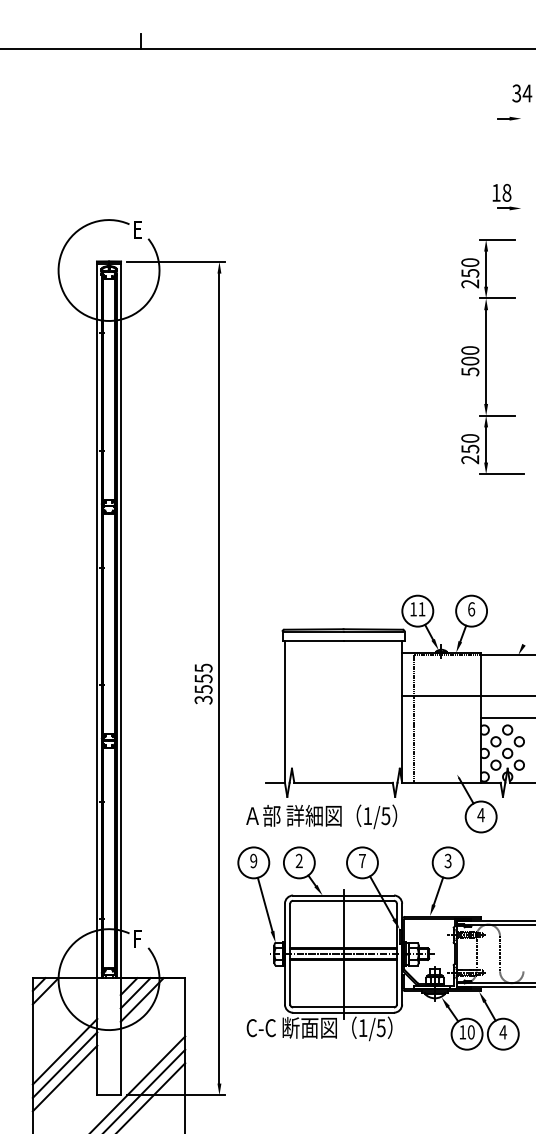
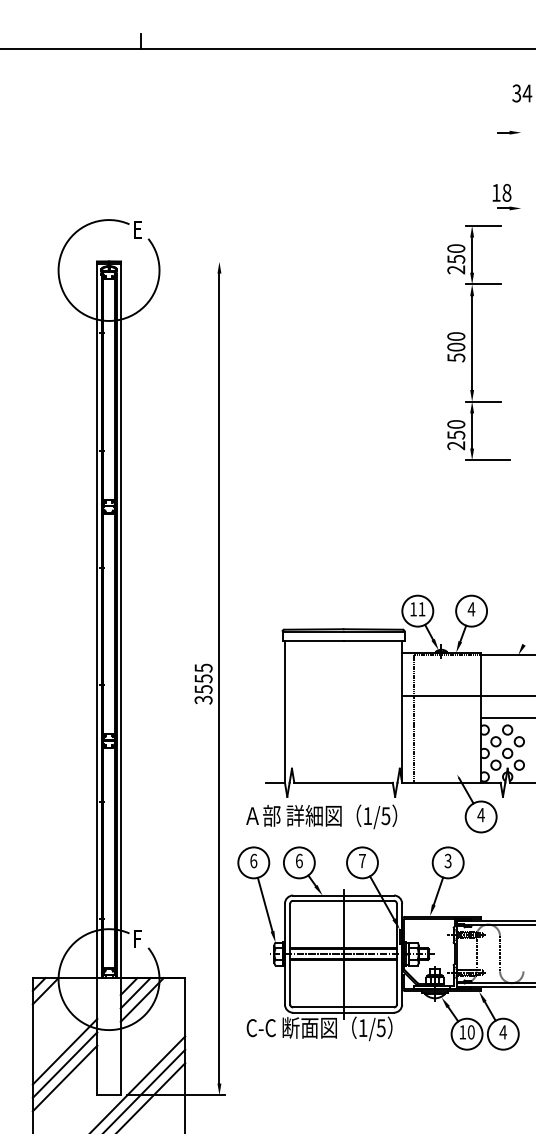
part at (508, 118) position: (508, 118) -> (508, 132)
line at (175, 261): present -> none
part at (492, 356) position: (492, 356) -> (478, 342)
text at (471, 609): 6 -> 4
text at (253, 860): 9 -> 6
text at (298, 860): 2 -> 6
